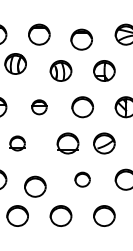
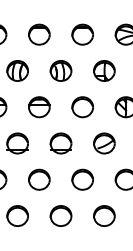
part at (81, 39) position: (81, 39) -> (82, 34)
part at (15, 63) position: (15, 63) -> (17, 70)
part at (39, 107) size: 17x17 px -> 23x23 px
part at (17, 143) size: 17x17 px -> 23x23 px
part at (67, 143) position: (67, 143) -> (60, 143)
part at (82, 179) size: 17x17 px -> 23x23 px
part at (35, 186) position: (35, 186) -> (39, 179)
